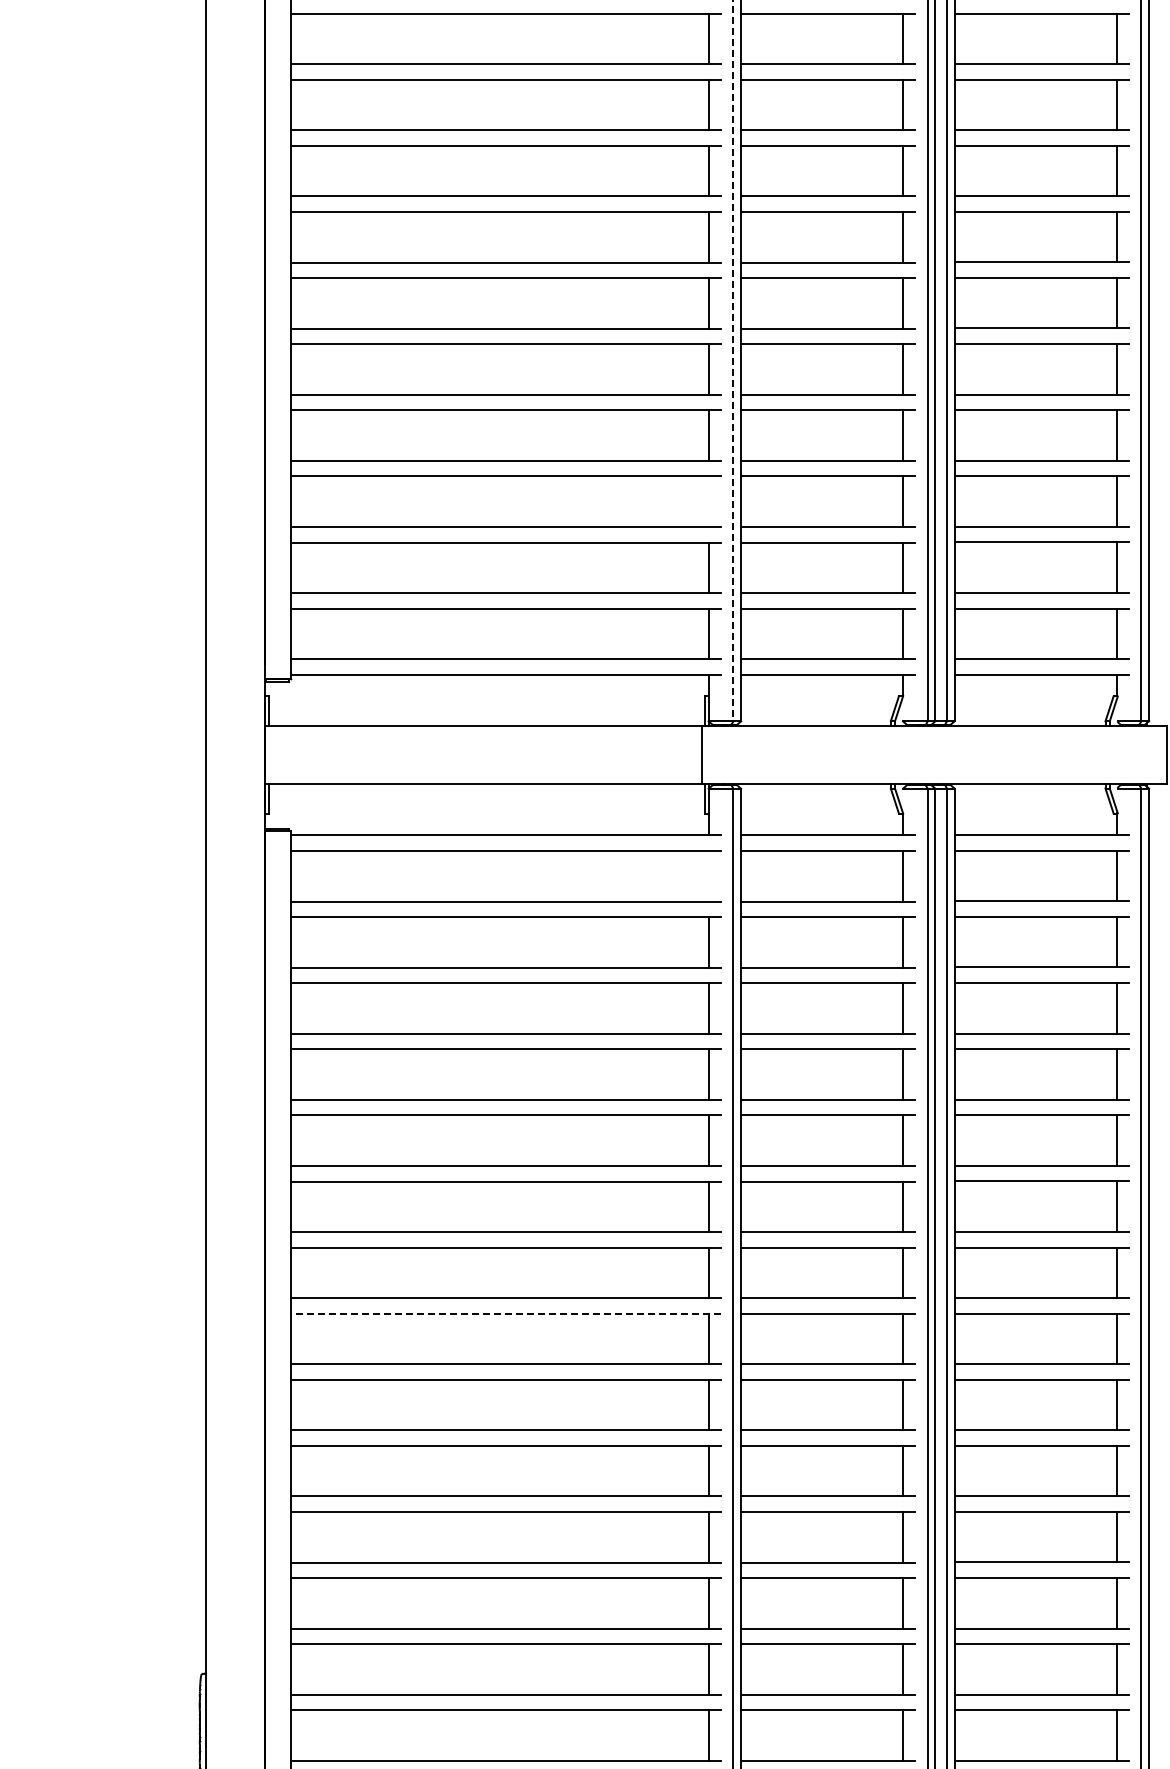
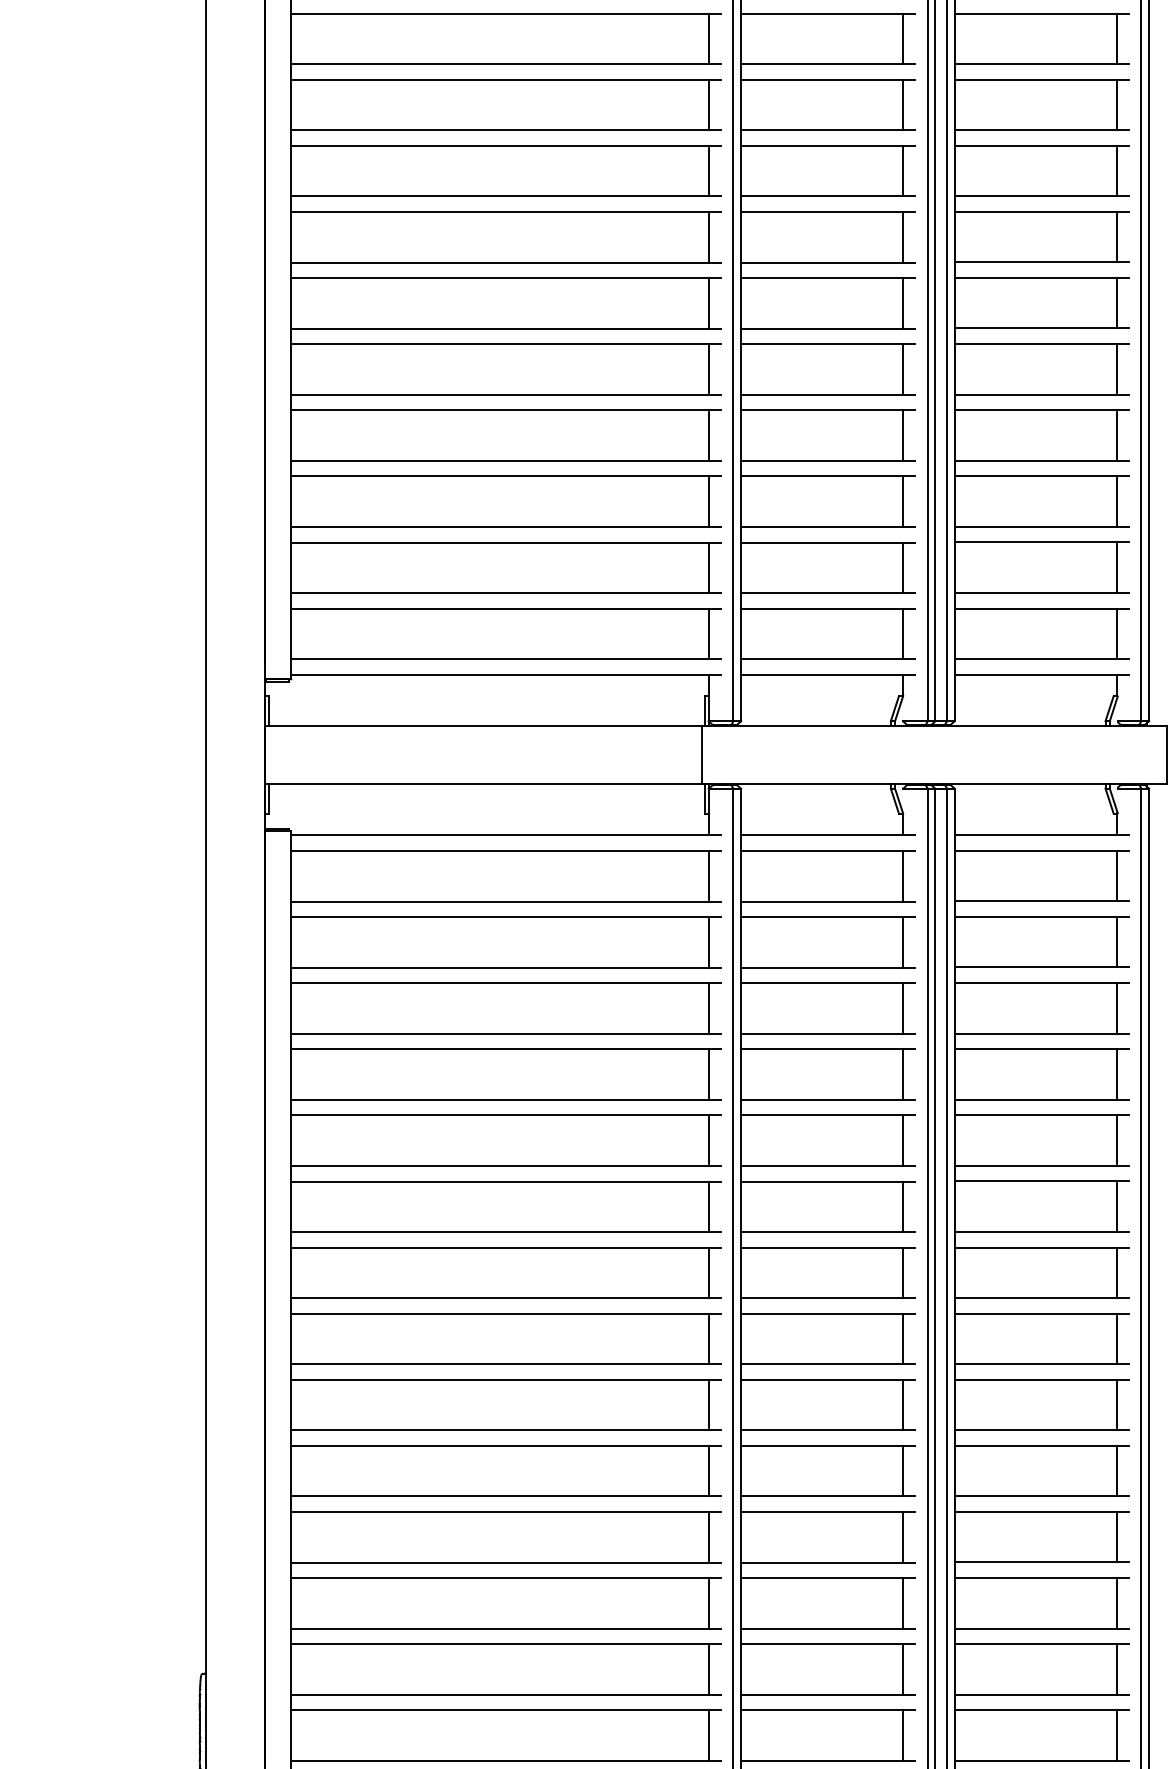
line at (733, 361): dashed -> solid
line at (708, 501): none -> present
line at (708, 876): none -> present
line at (505, 1313): dashed -> solid
